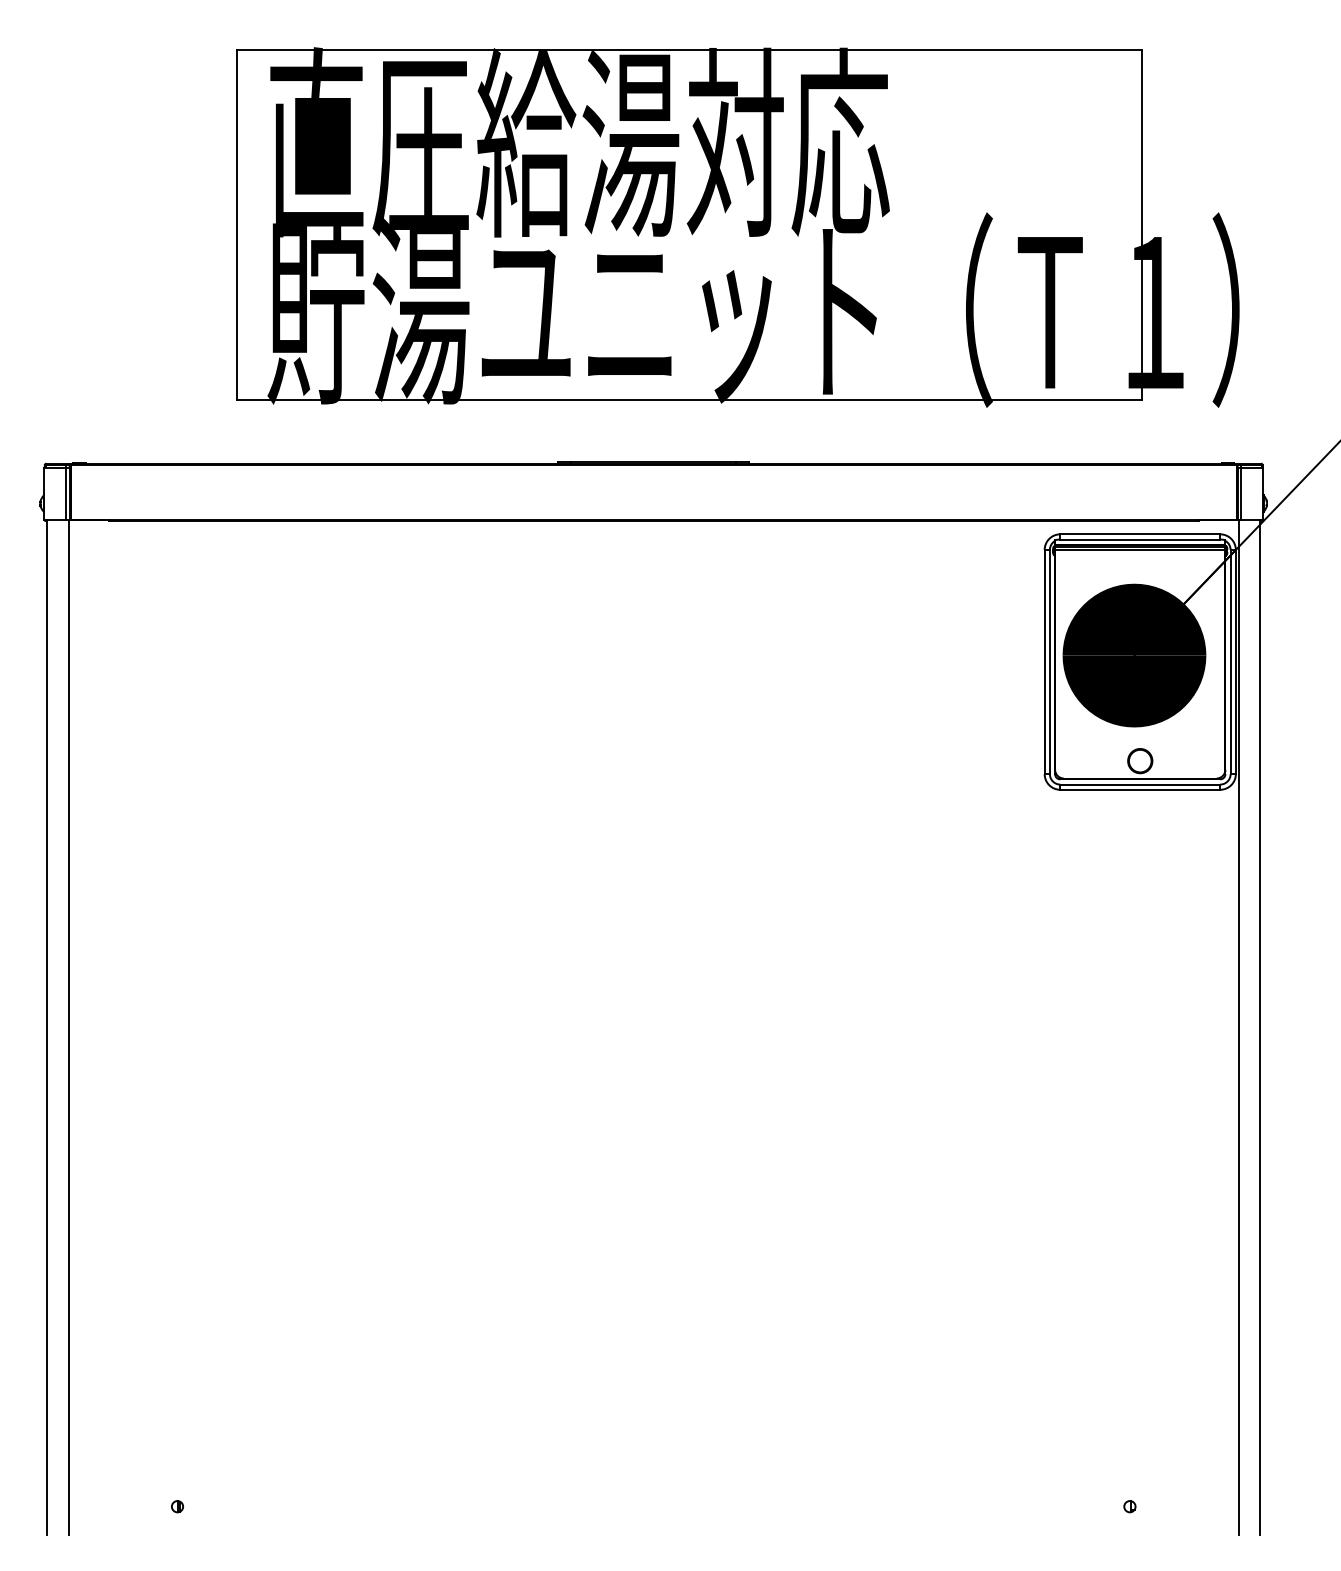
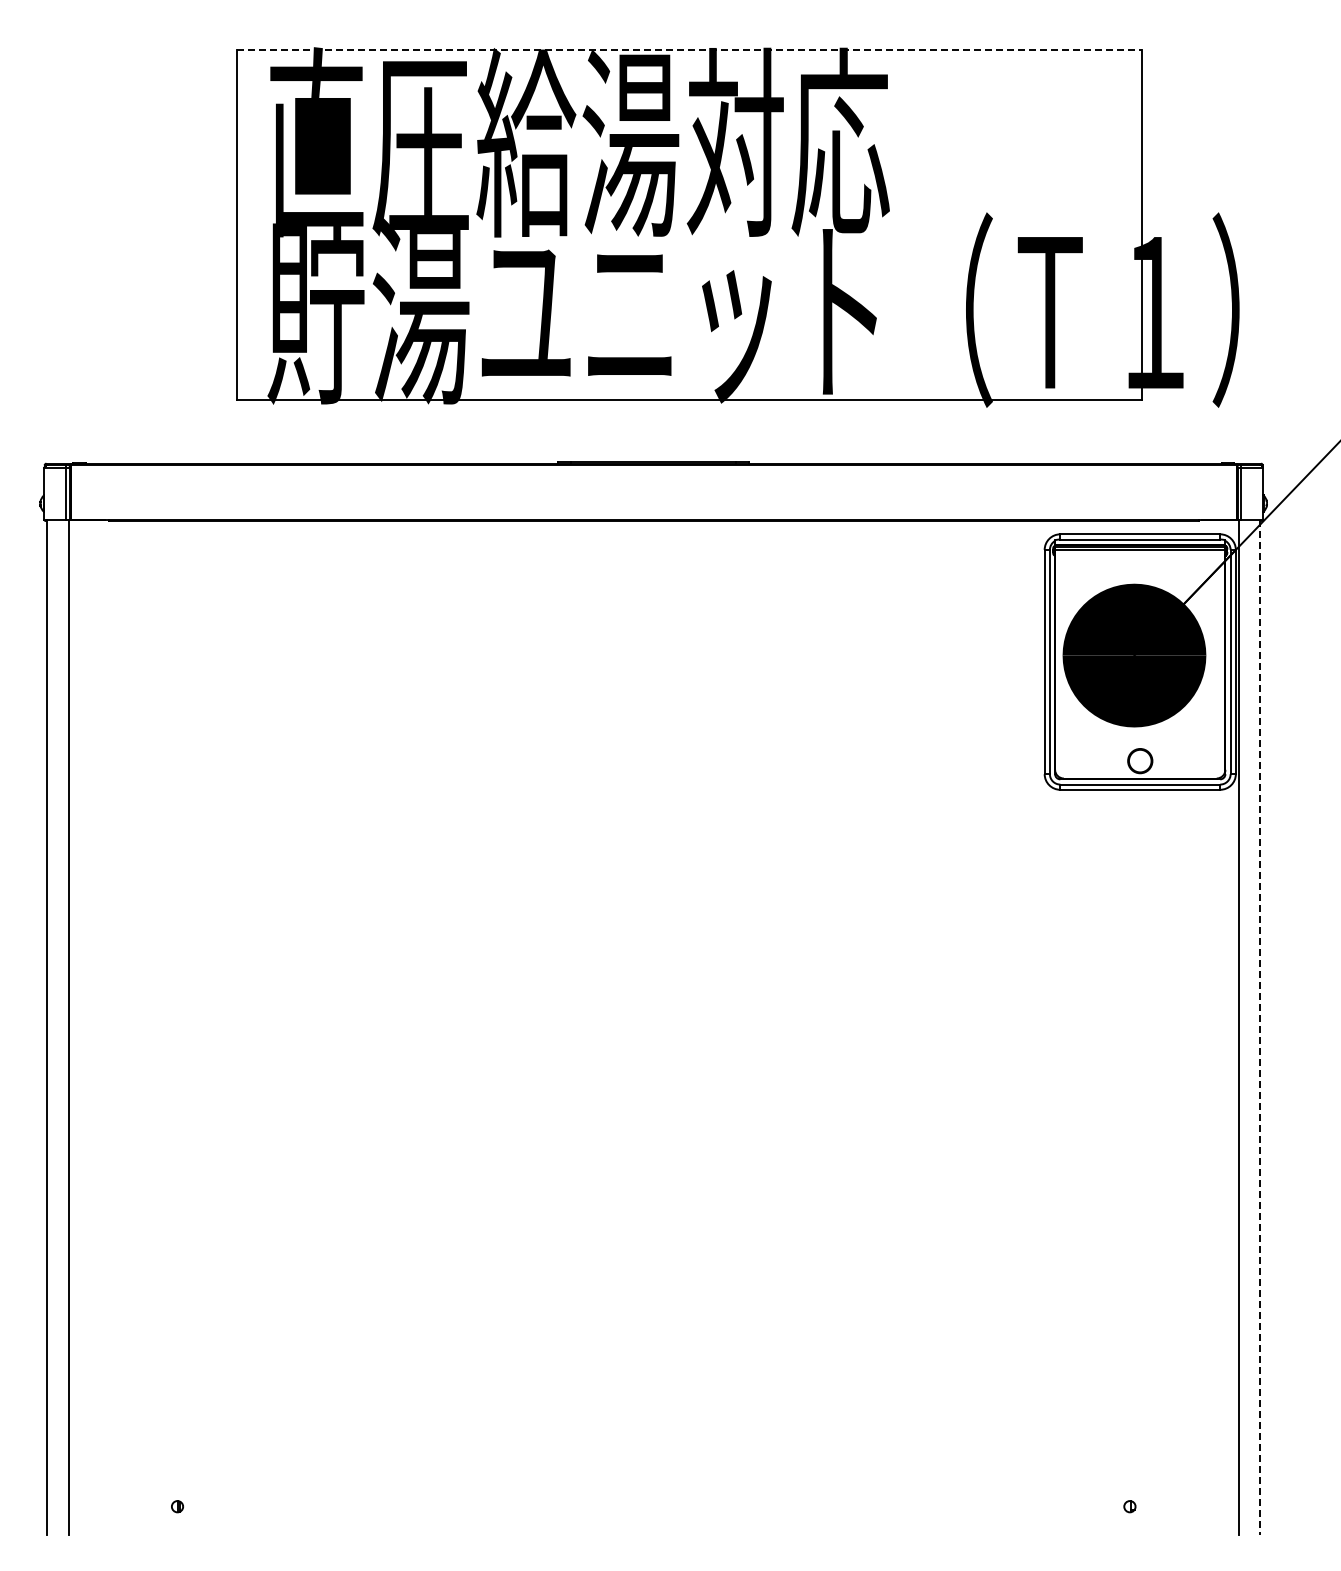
line at (689, 49): solid -> dashed
line at (1260, 1027): solid -> dashed
